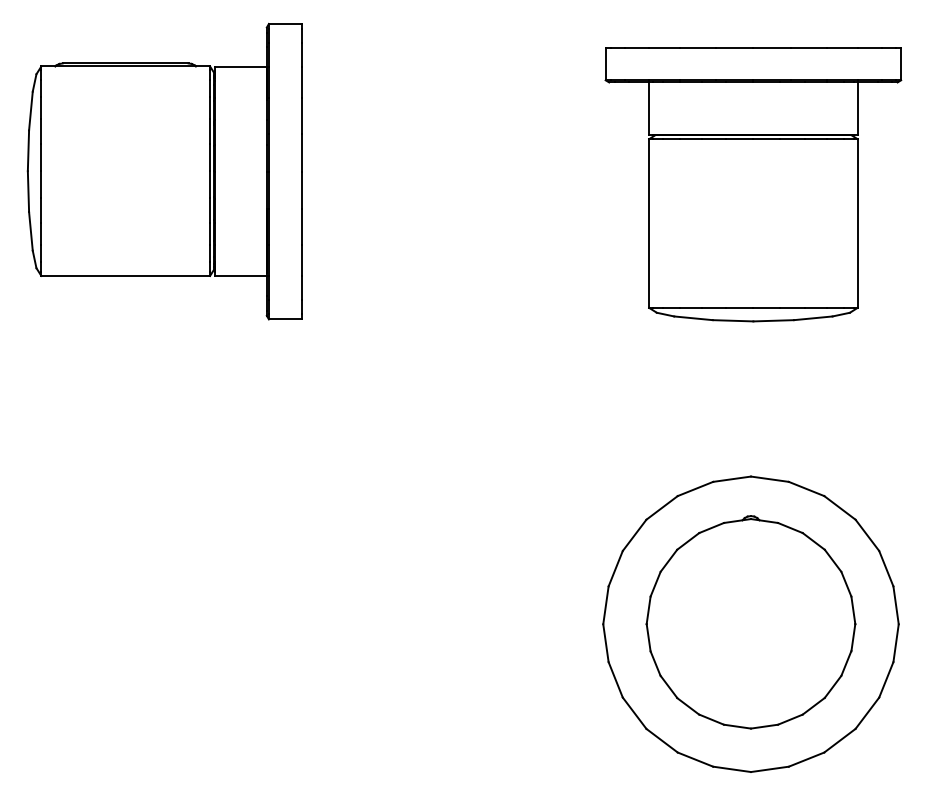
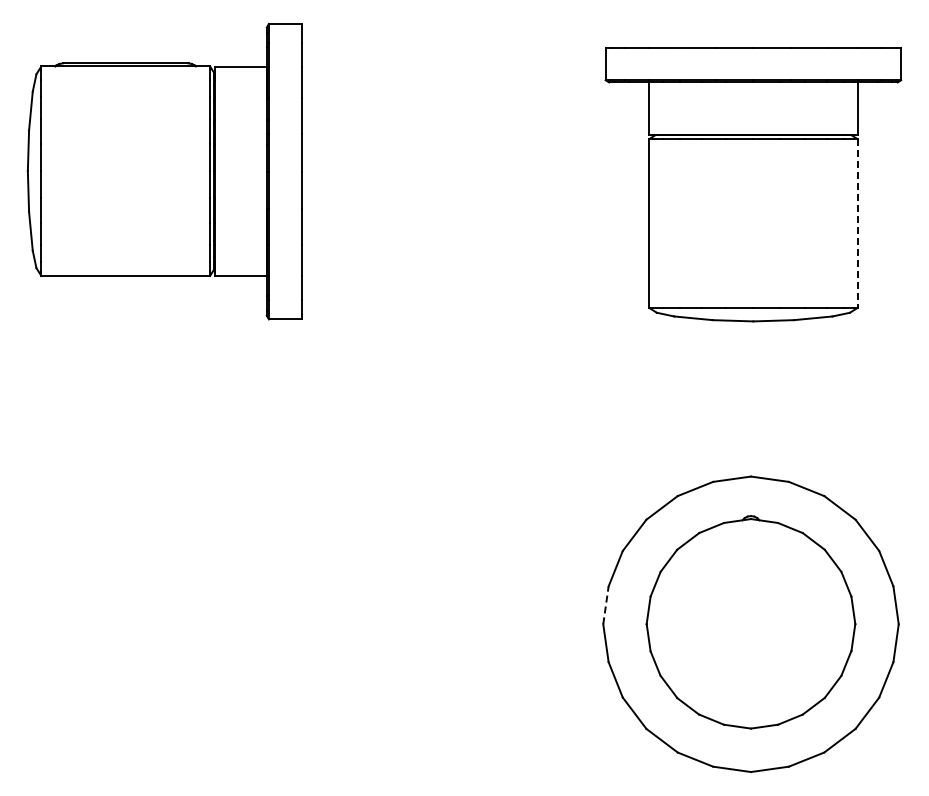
line at (857, 224): solid -> dashed
line at (606, 604): solid -> dashed
